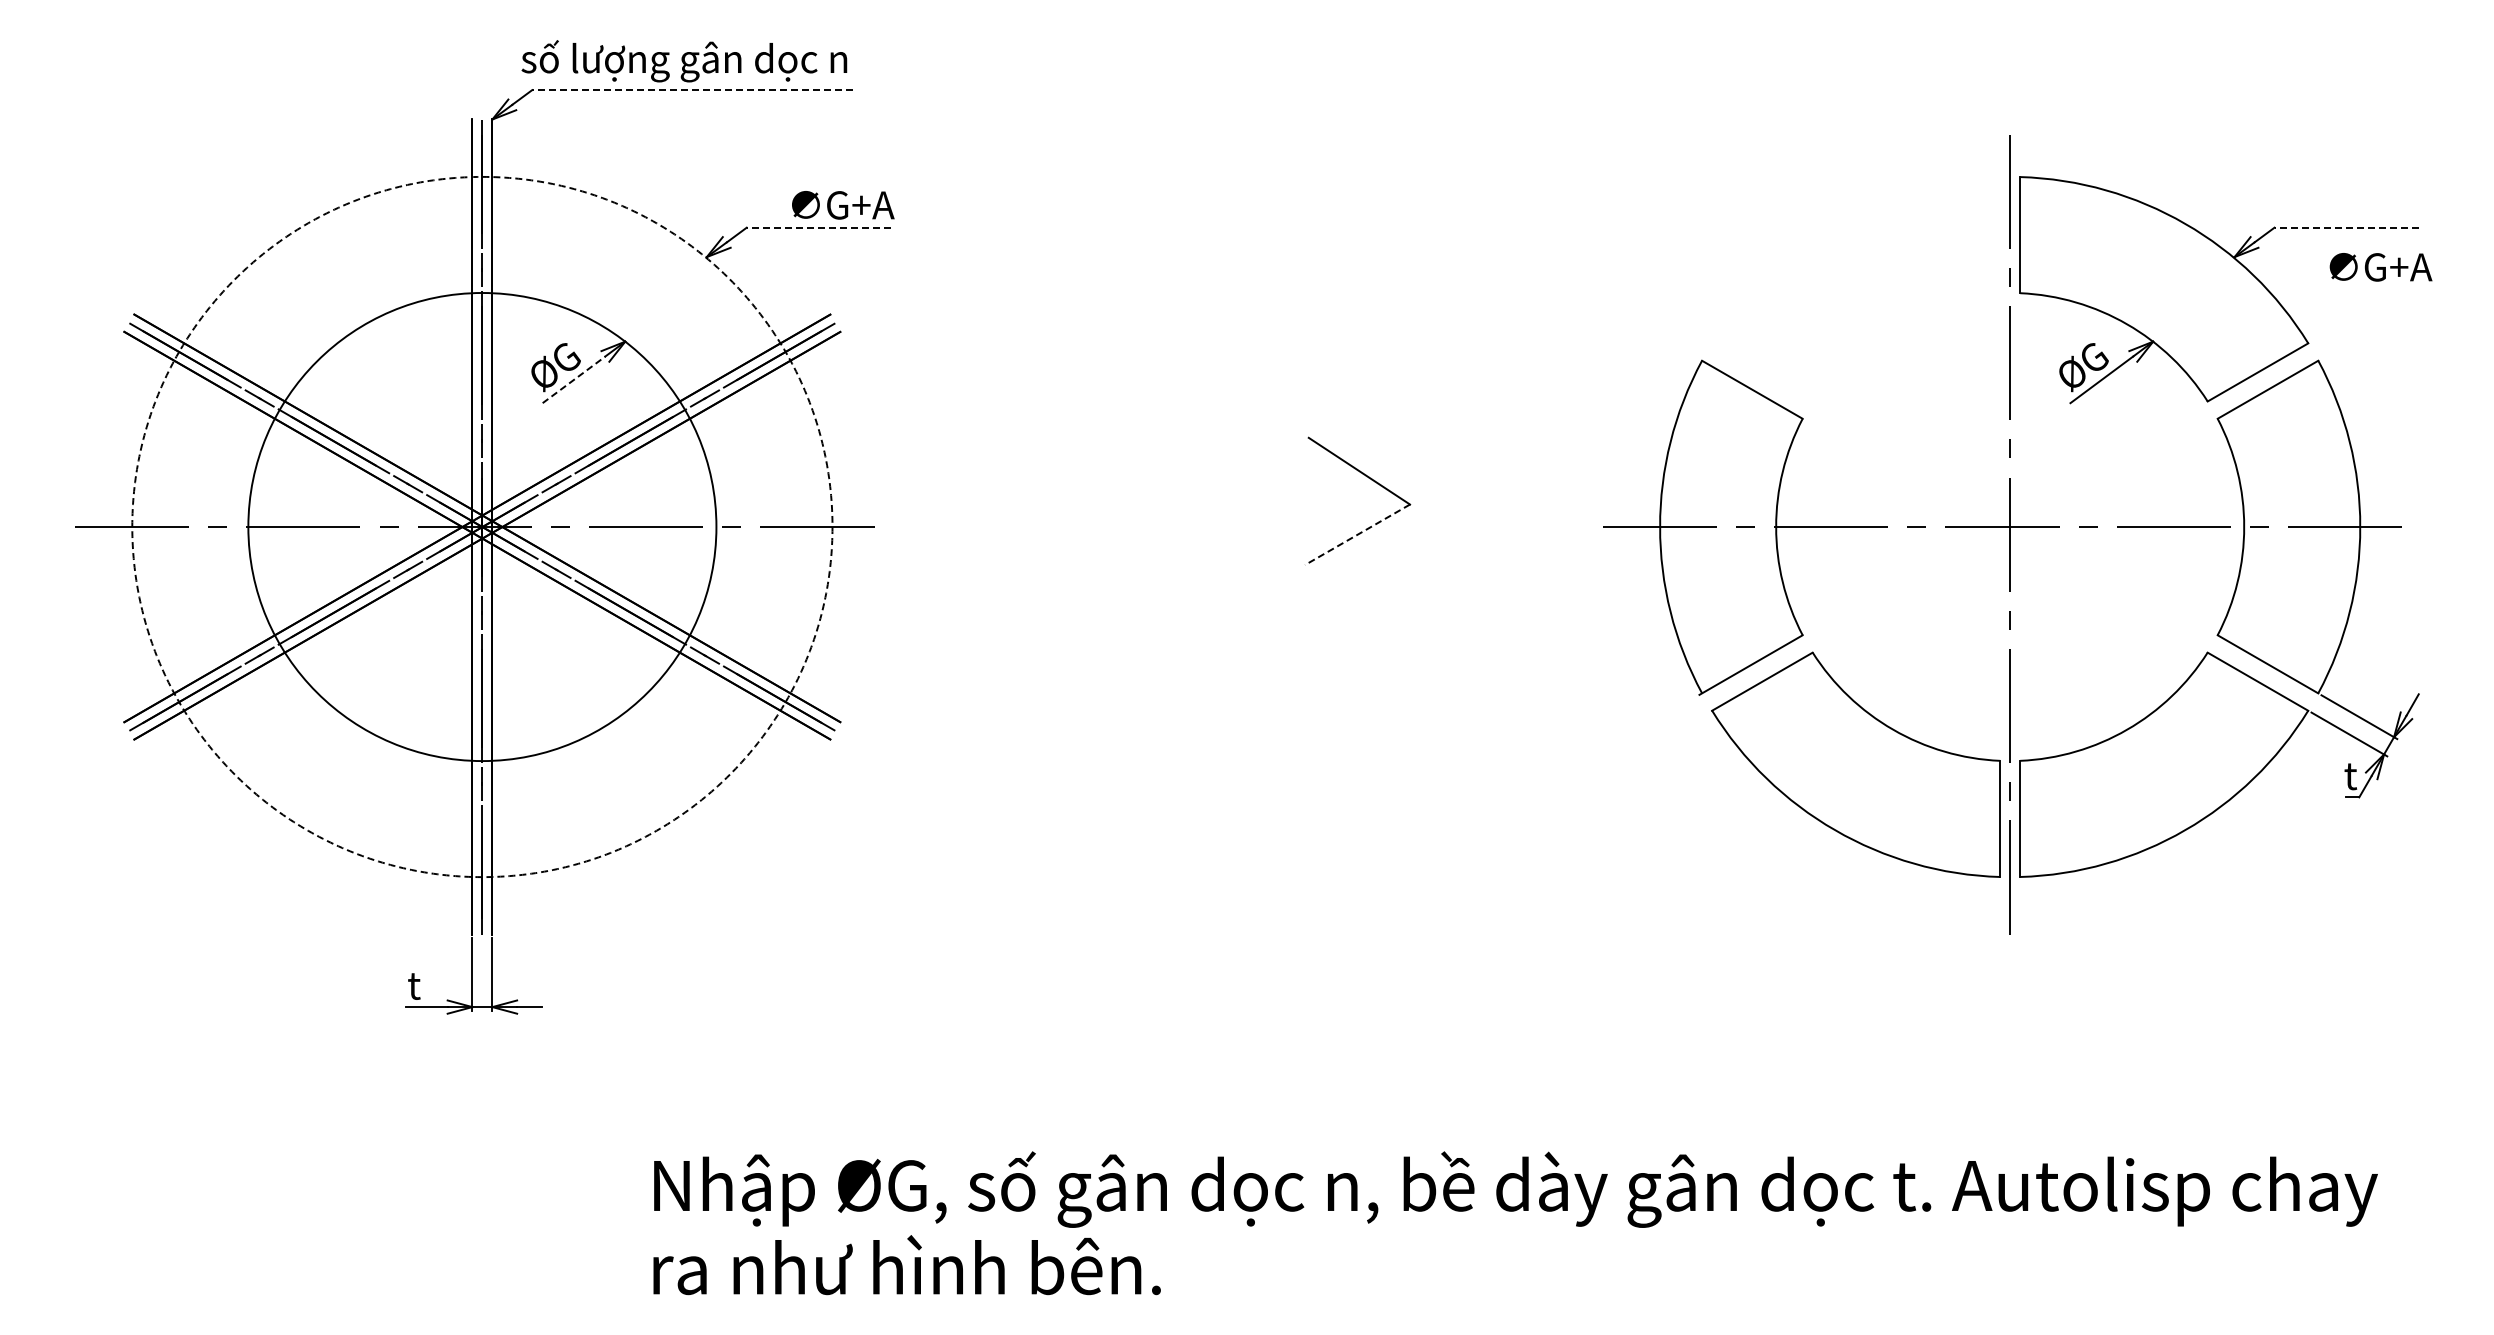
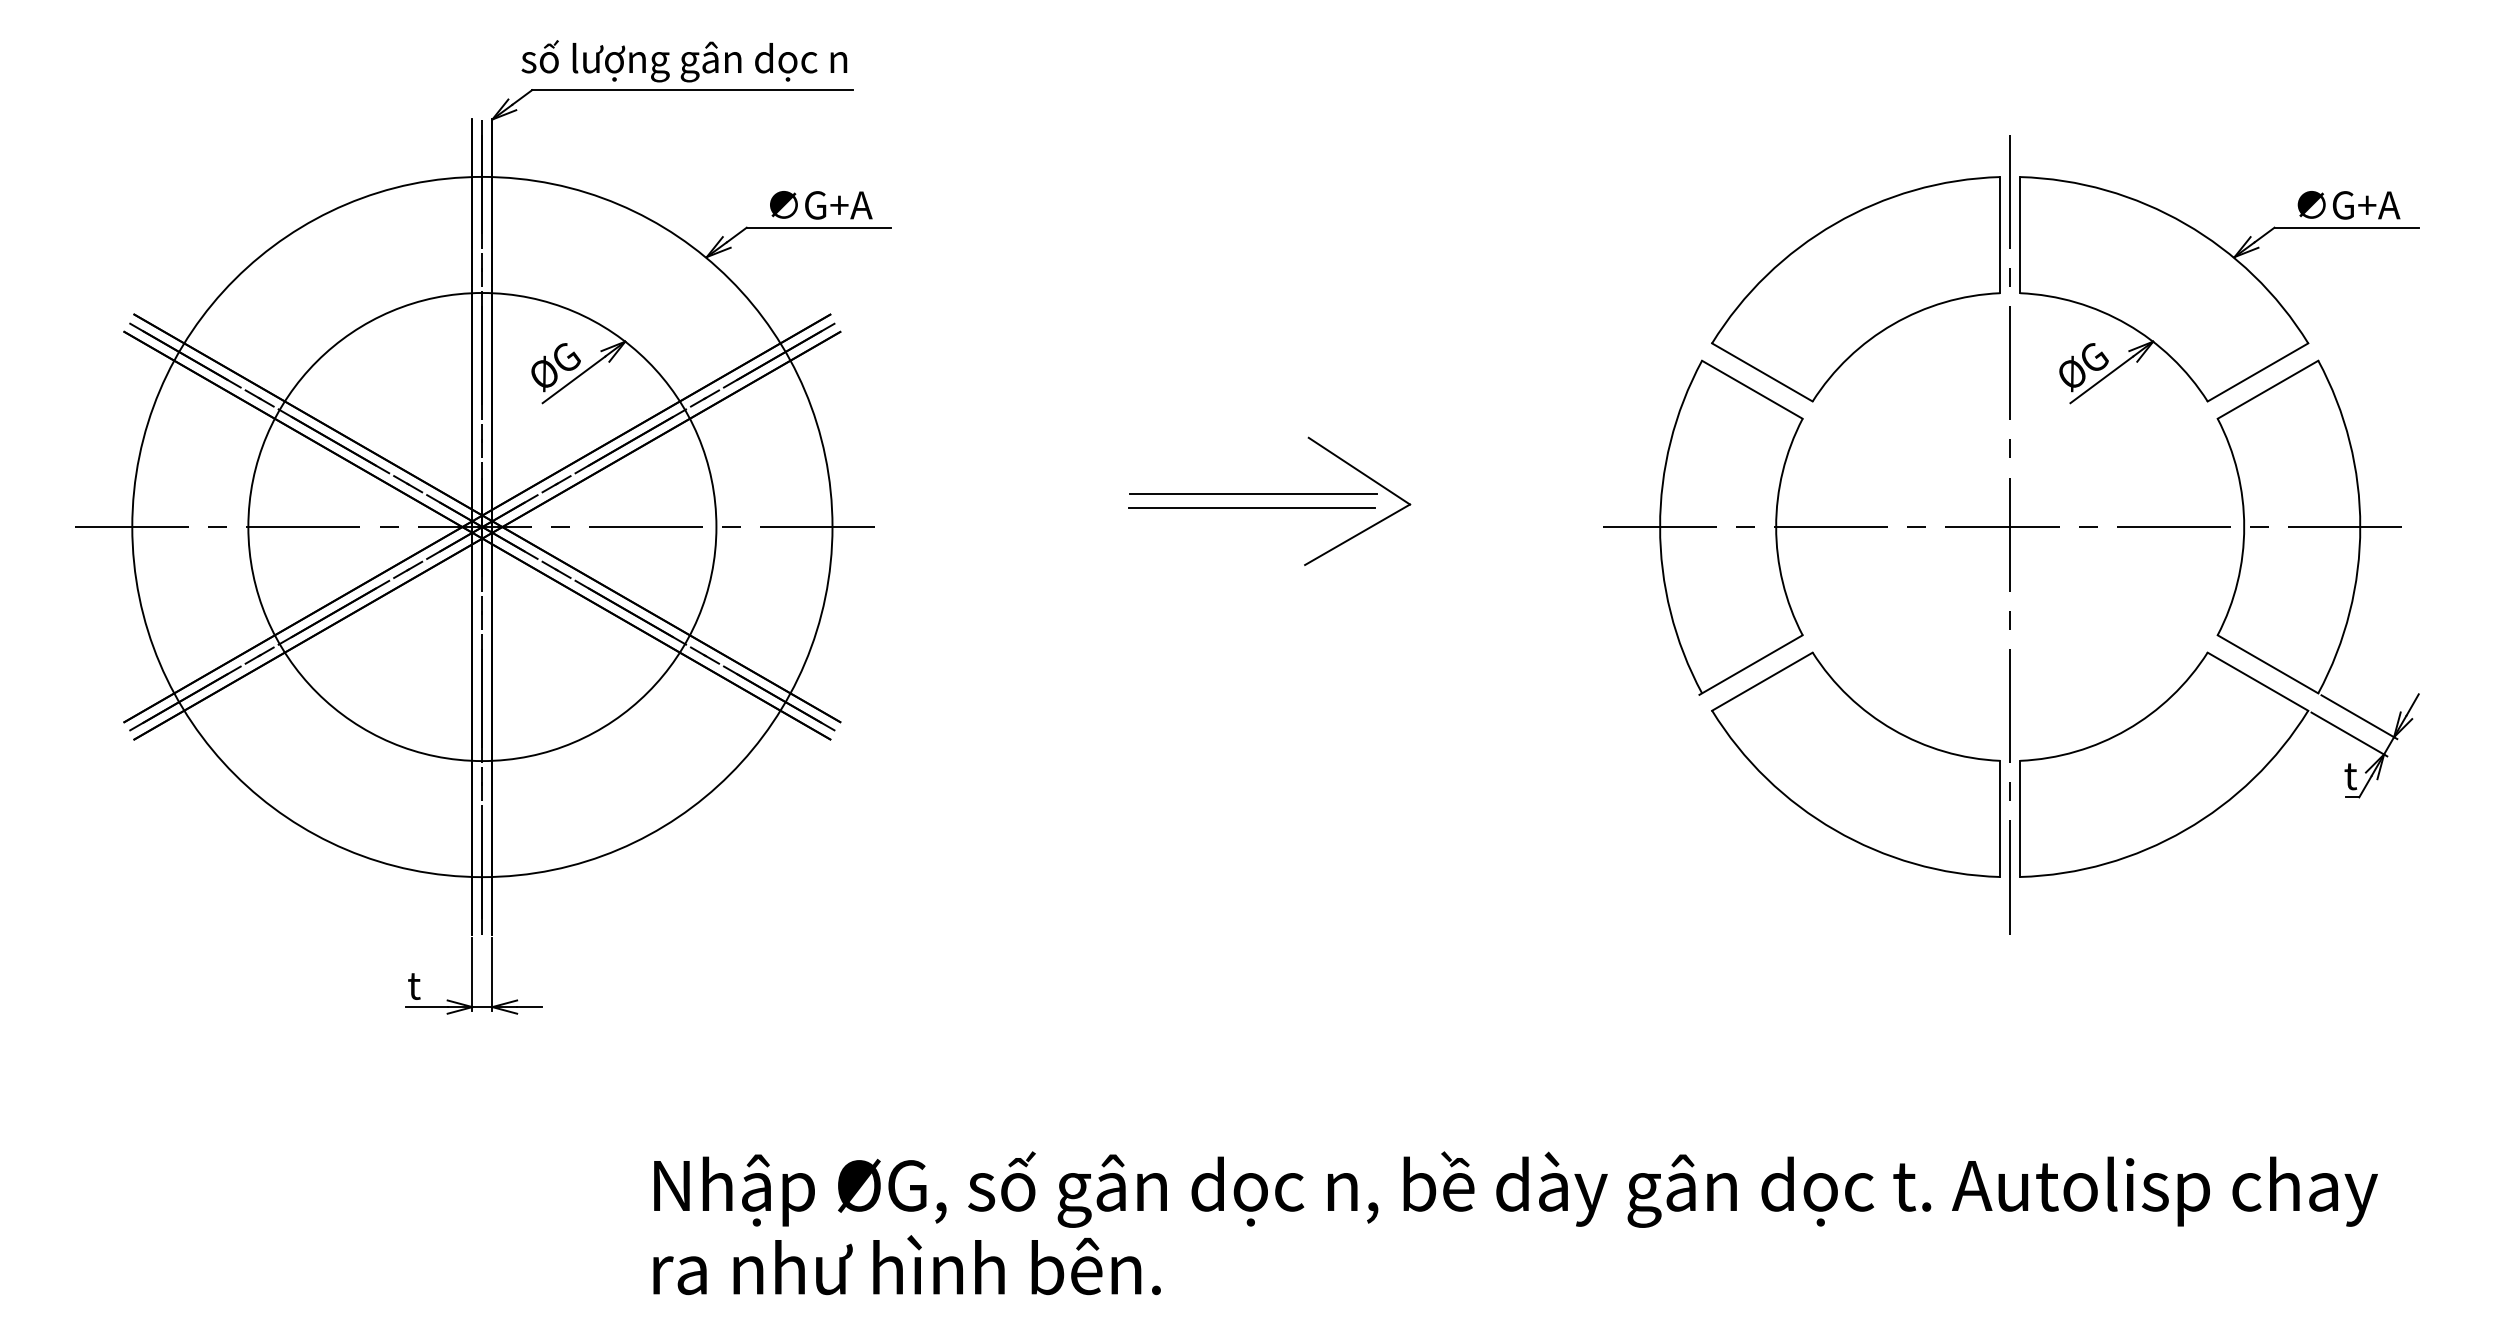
line at (692, 90): dashed -> solid
text at (843, 205) position: (843, 205) -> (821, 205)
line at (818, 227): dashed -> solid
line at (2346, 227): dashed -> solid
text at (2380, 267) position: (2380, 267) -> (2348, 205)
part at (1855, 289): none -> present
line at (574, 379): dashed -> solid
line at (1253, 494): none -> present
line at (1251, 508): none -> present
circle at (482, 526): dashed -> solid
line at (1357, 534): dashed -> solid
